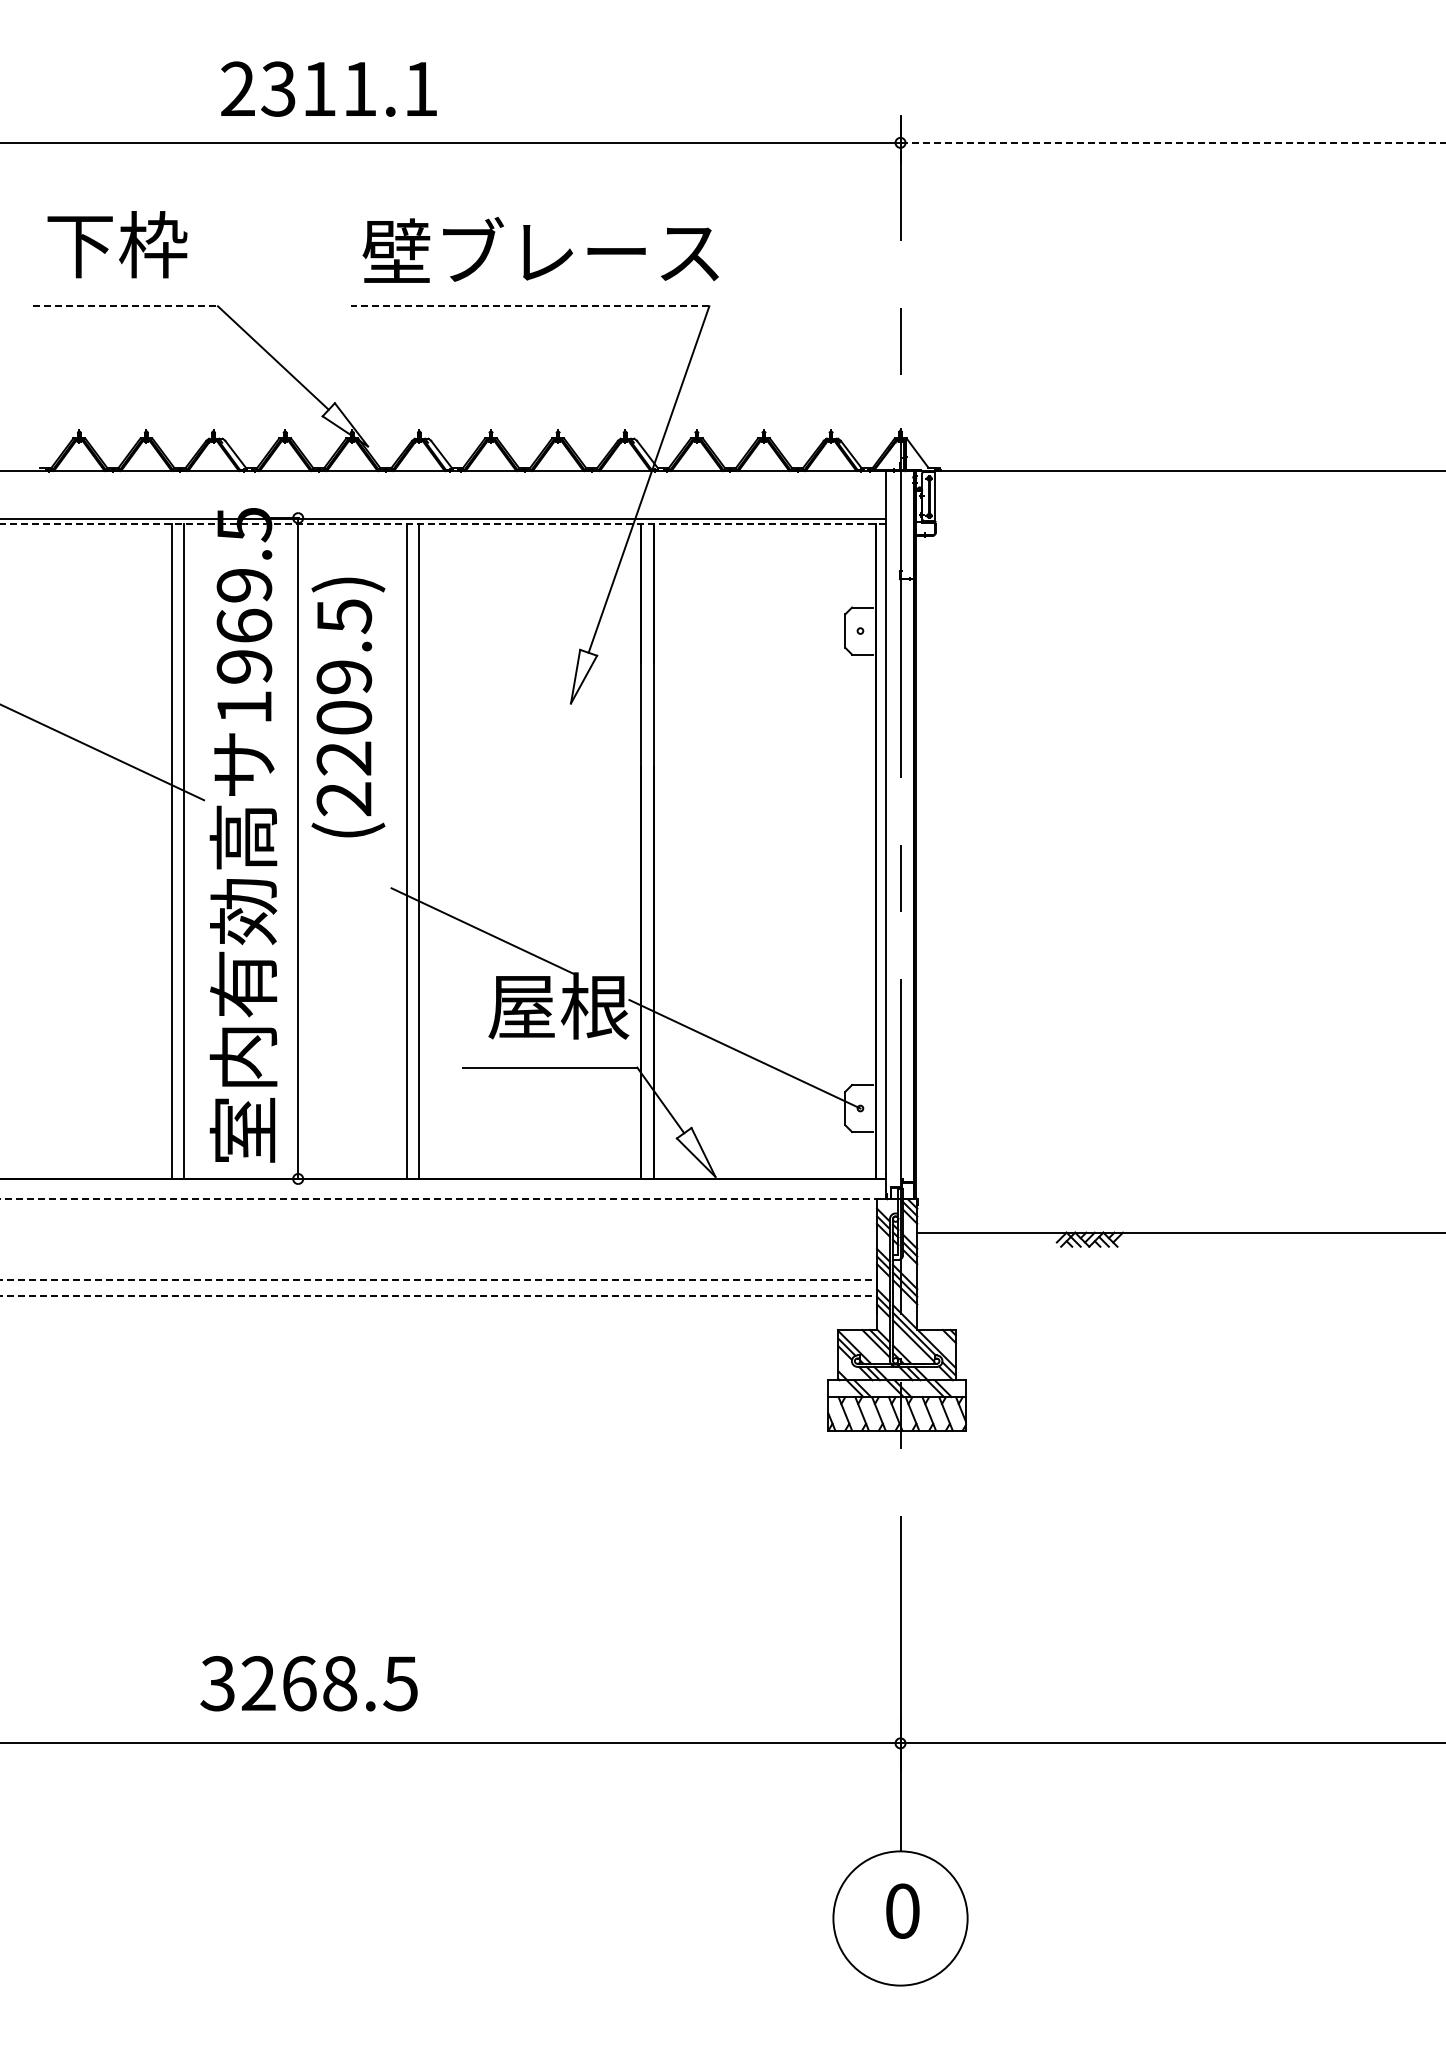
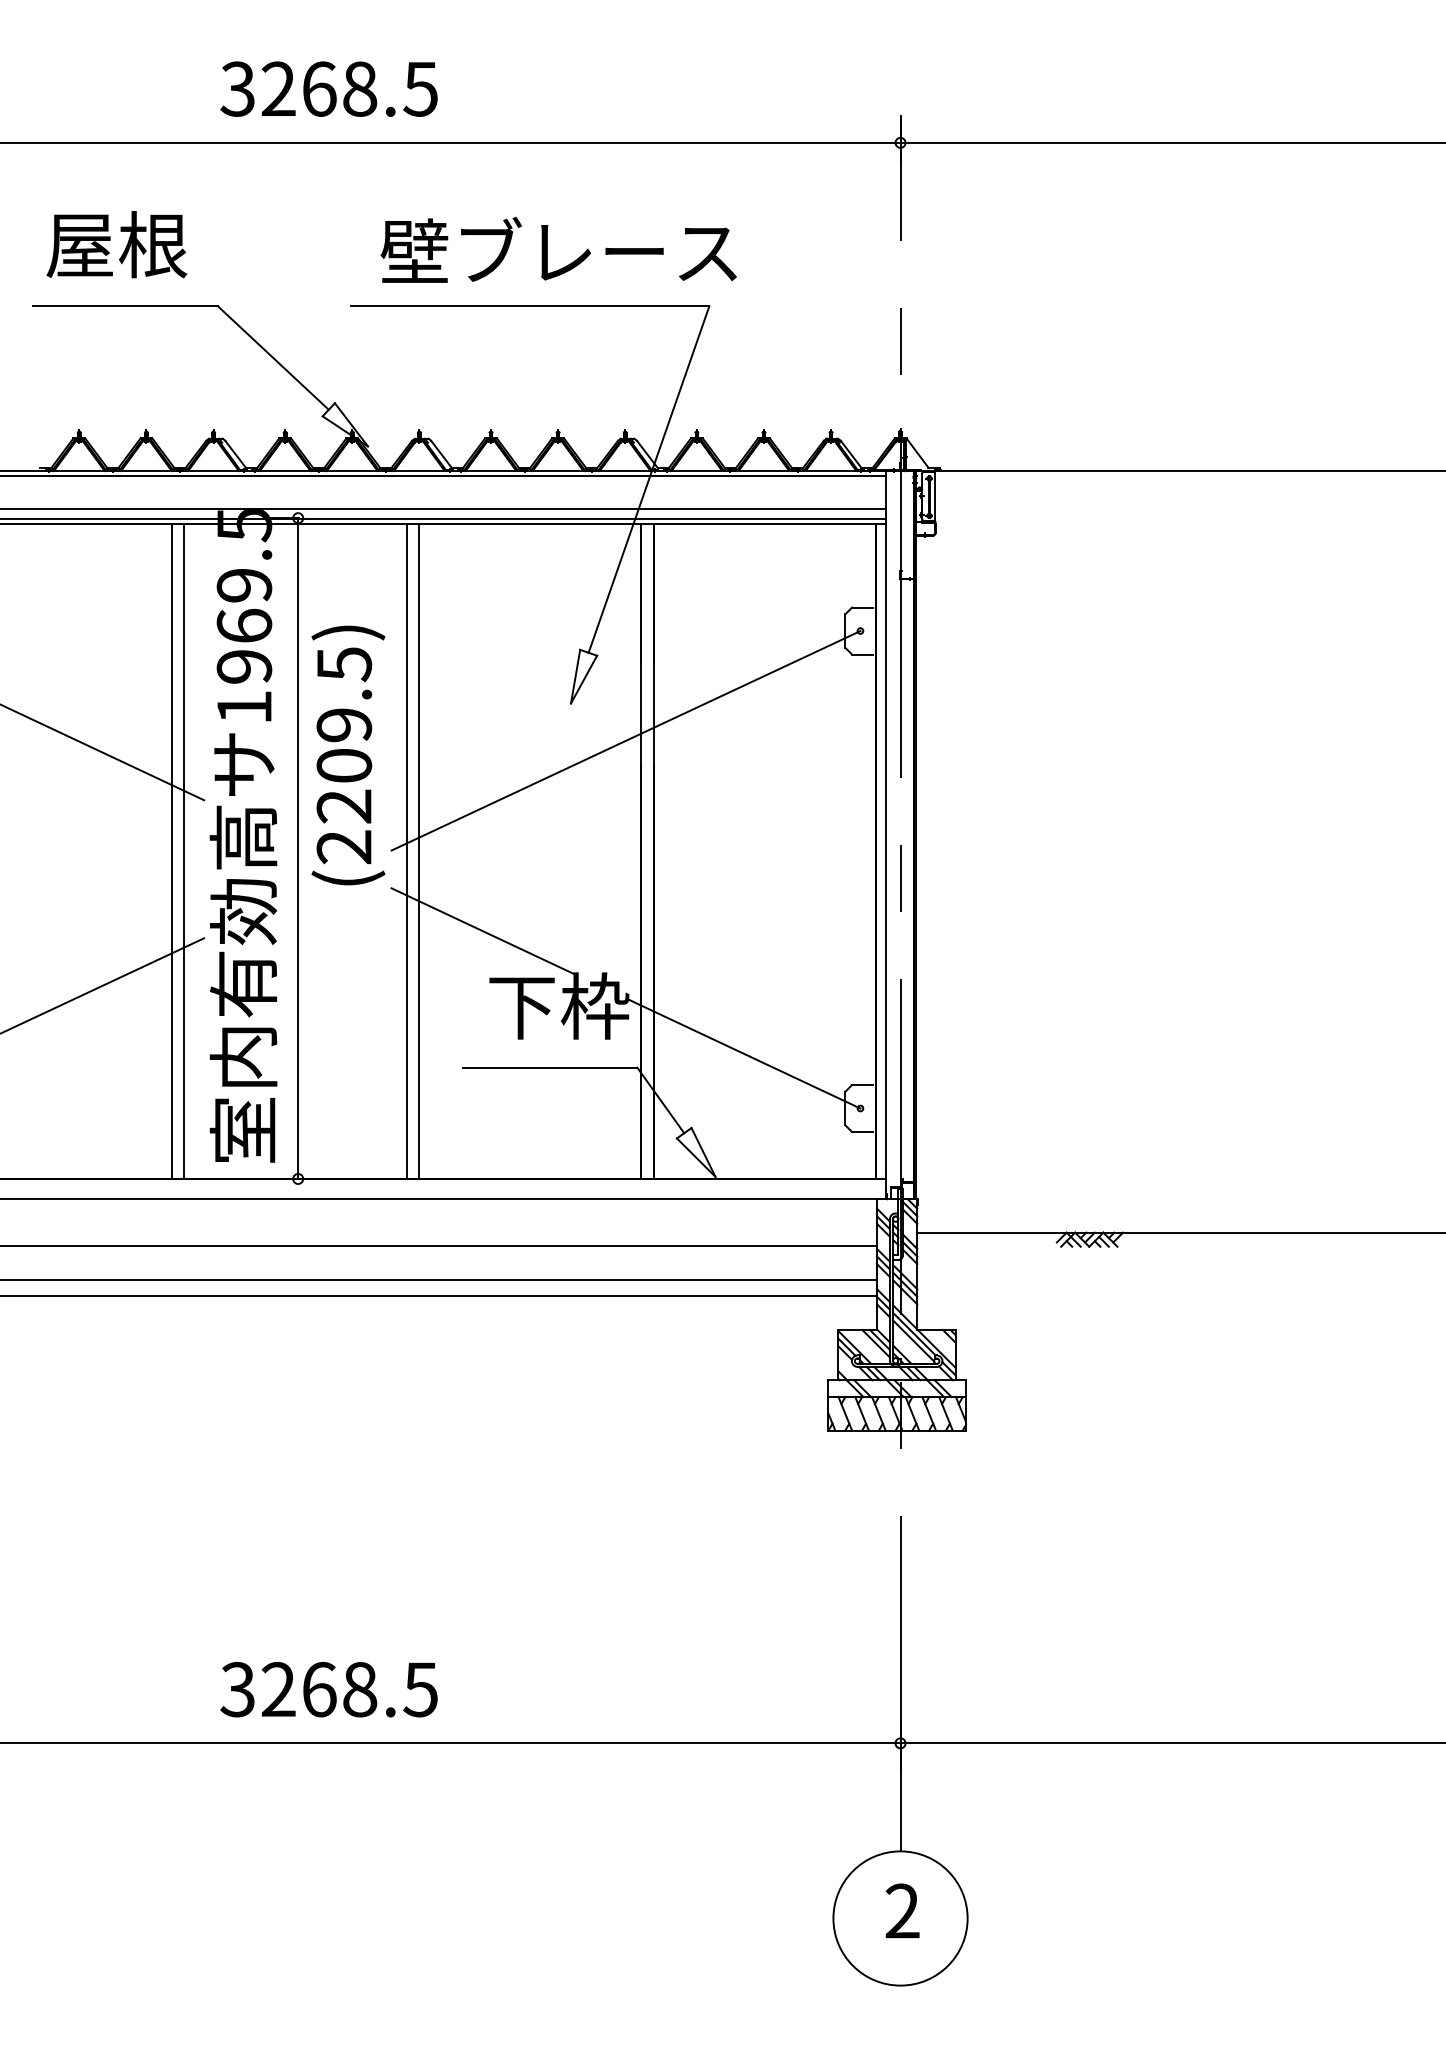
text at (328, 88): 2311.1 -> 3268.5
line at (1173, 142): dashed -> solid
text at (116, 244): 下枠 -> 屋根
text at (540, 249) position: (540, 249) -> (558, 249)
line at (125, 306): dashed -> solid
line at (530, 306): dashed -> solid
line at (444, 475): none -> present
line at (444, 509): none -> present
line at (443, 523): dashed -> solid
text at (348, 707) position: (348, 707) -> (348, 755)
line at (625, 740): none -> present
line at (103, 985): none -> present
text at (558, 1005): 屋根 -> 下枠
line at (450, 1199): dashed -> solid
line at (439, 1246): none -> present
line at (439, 1279): dashed -> solid
line at (439, 1296): dashed -> solid
text at (308, 1683) position: (308, 1683) -> (328, 1689)
text at (902, 1910): 0 -> 2
